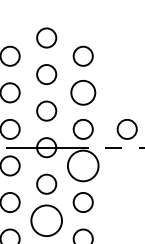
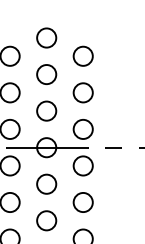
circle at (83, 92) size: 27x26 px -> 22x22 px
circle at (126, 129): present -> none
circle at (82, 165) diameter: 31 px -> 19 px
circle at (46, 220) diameter: 31 px -> 19 px
